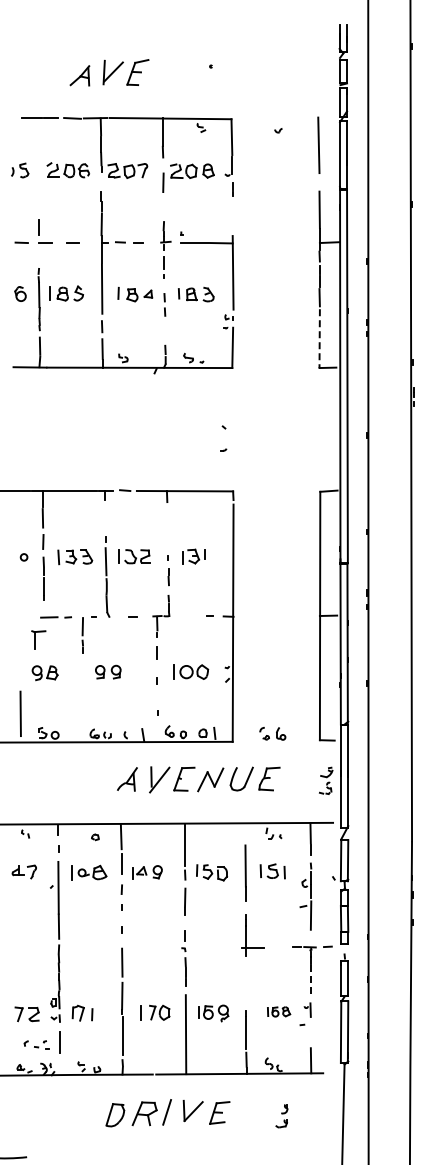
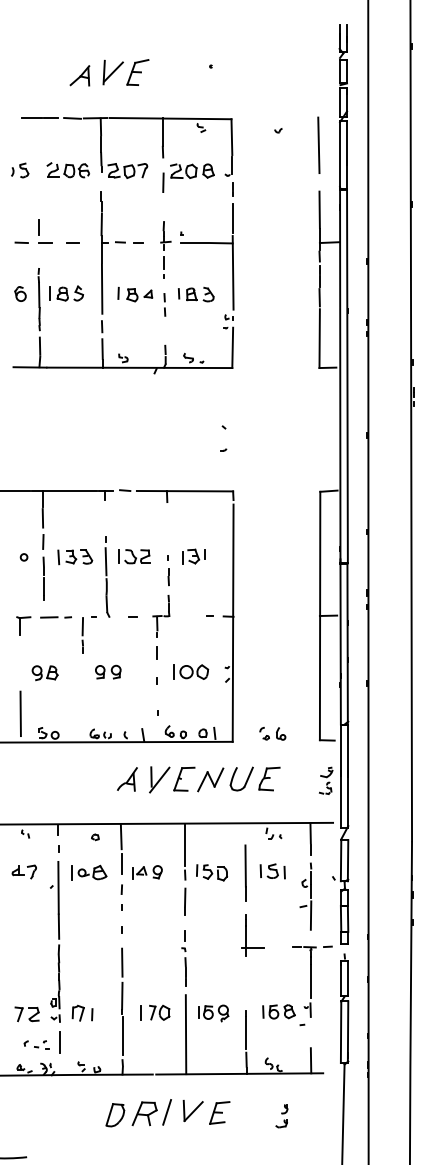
line at (232, 218): none -> present
line at (319, 339): dashed -> solid
part at (38, 639) position: (38, 639) -> (23, 625)
line at (310, 982): dashed -> solid
part at (279, 1011) size: 25x12 px -> 34x16 px
